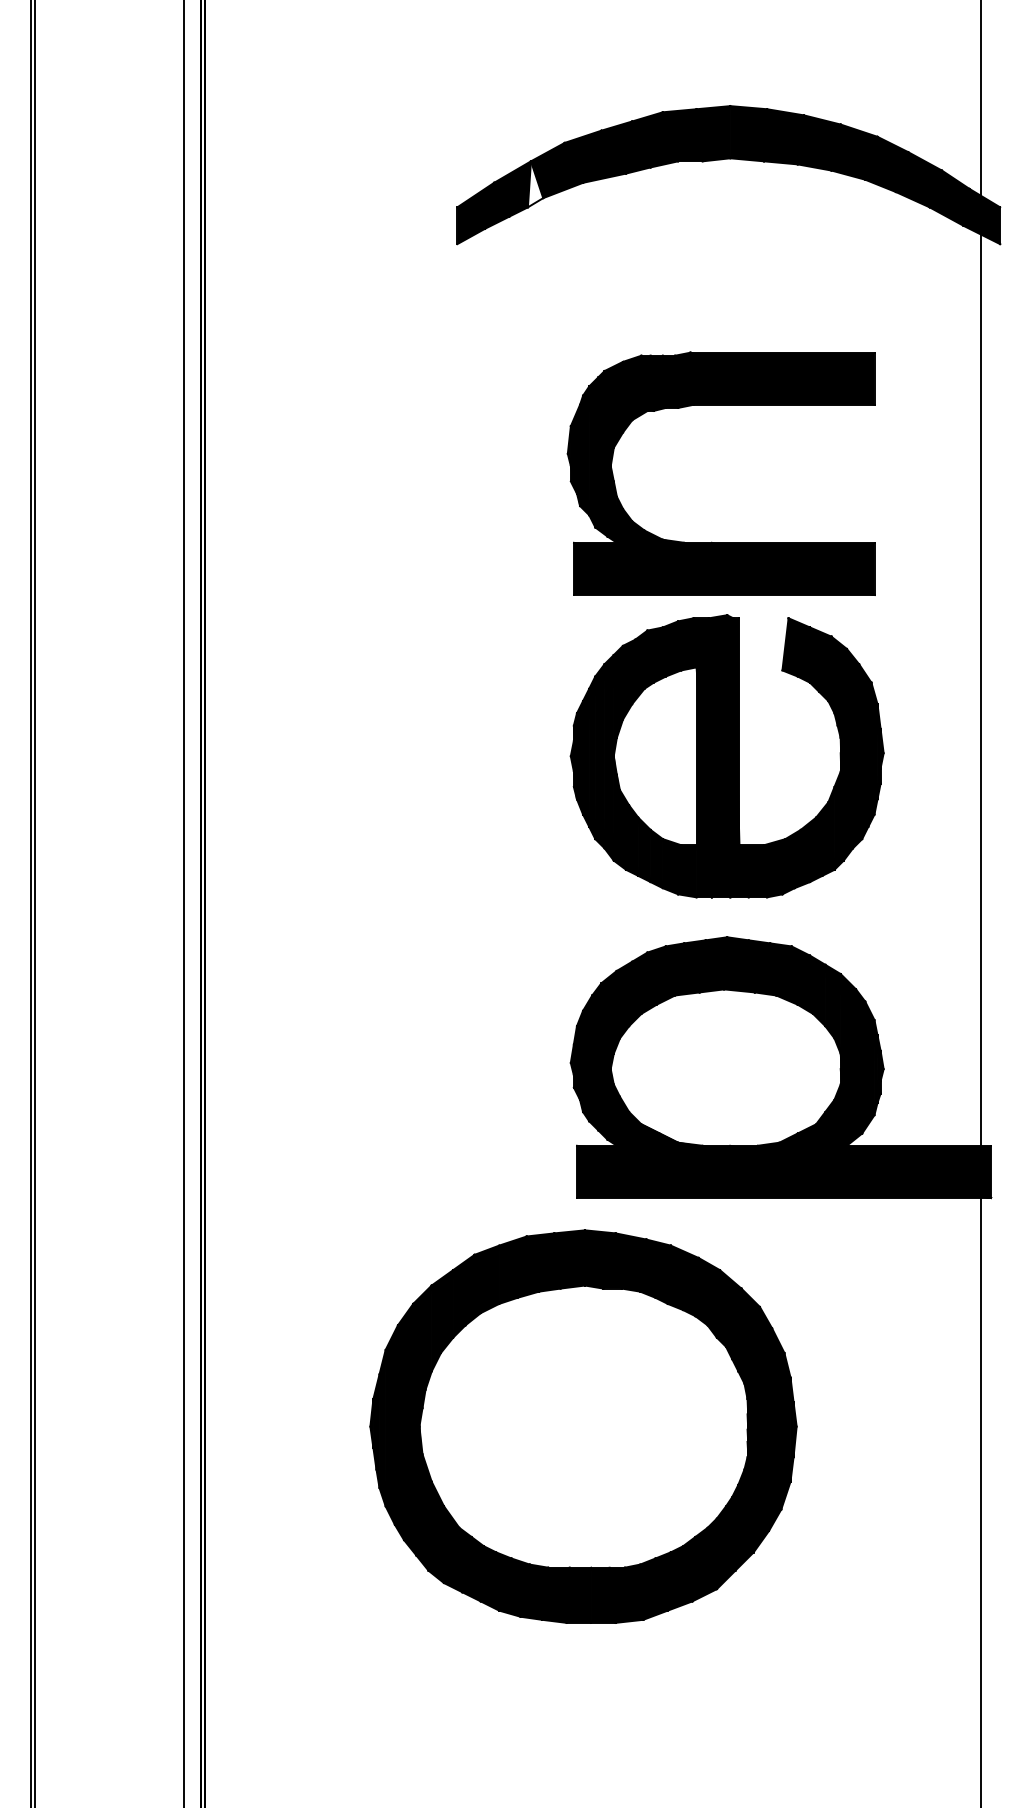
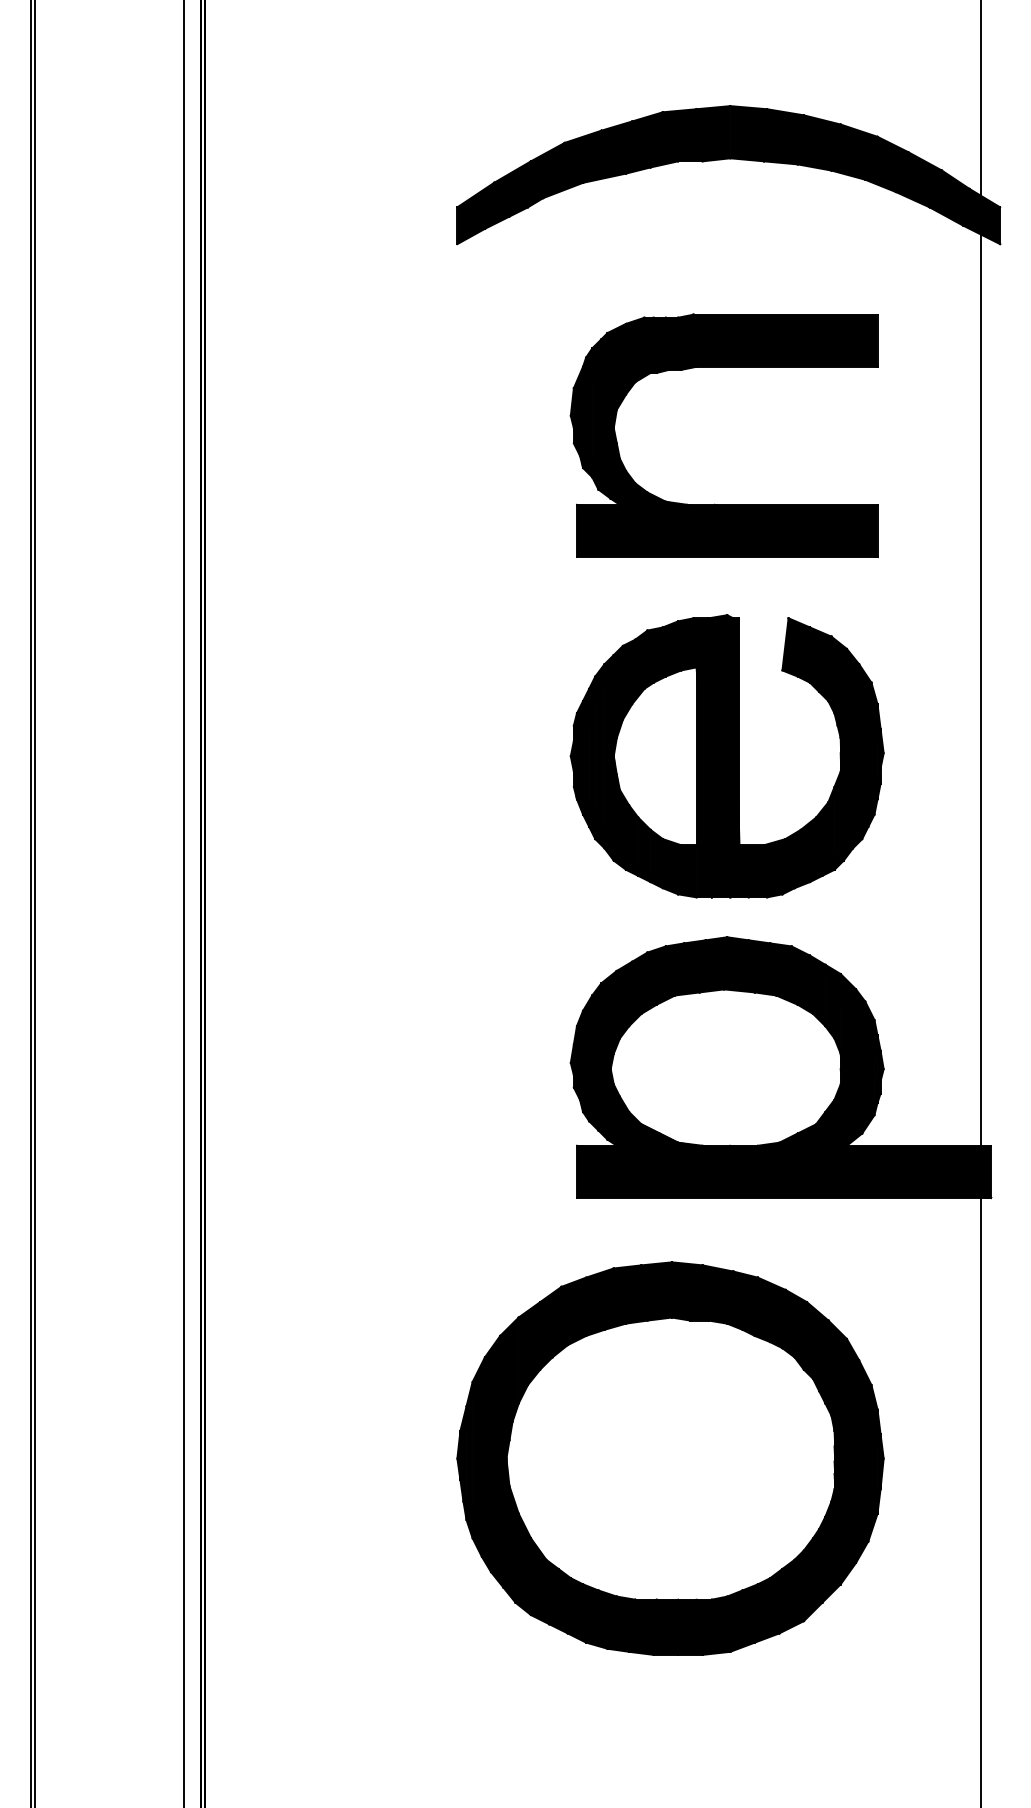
fill at (535, 184): none -> present
part at (720, 405) position: (720, 405) -> (723, 367)
part at (583, 1426) position: (583, 1426) -> (670, 1458)
